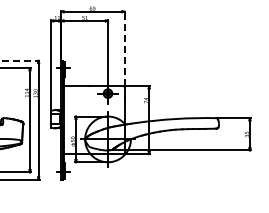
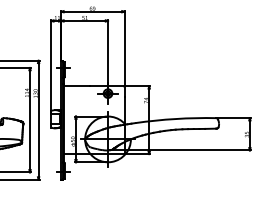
line at (124, 48): dashed -> solid
line at (19, 60): dashed -> solid
